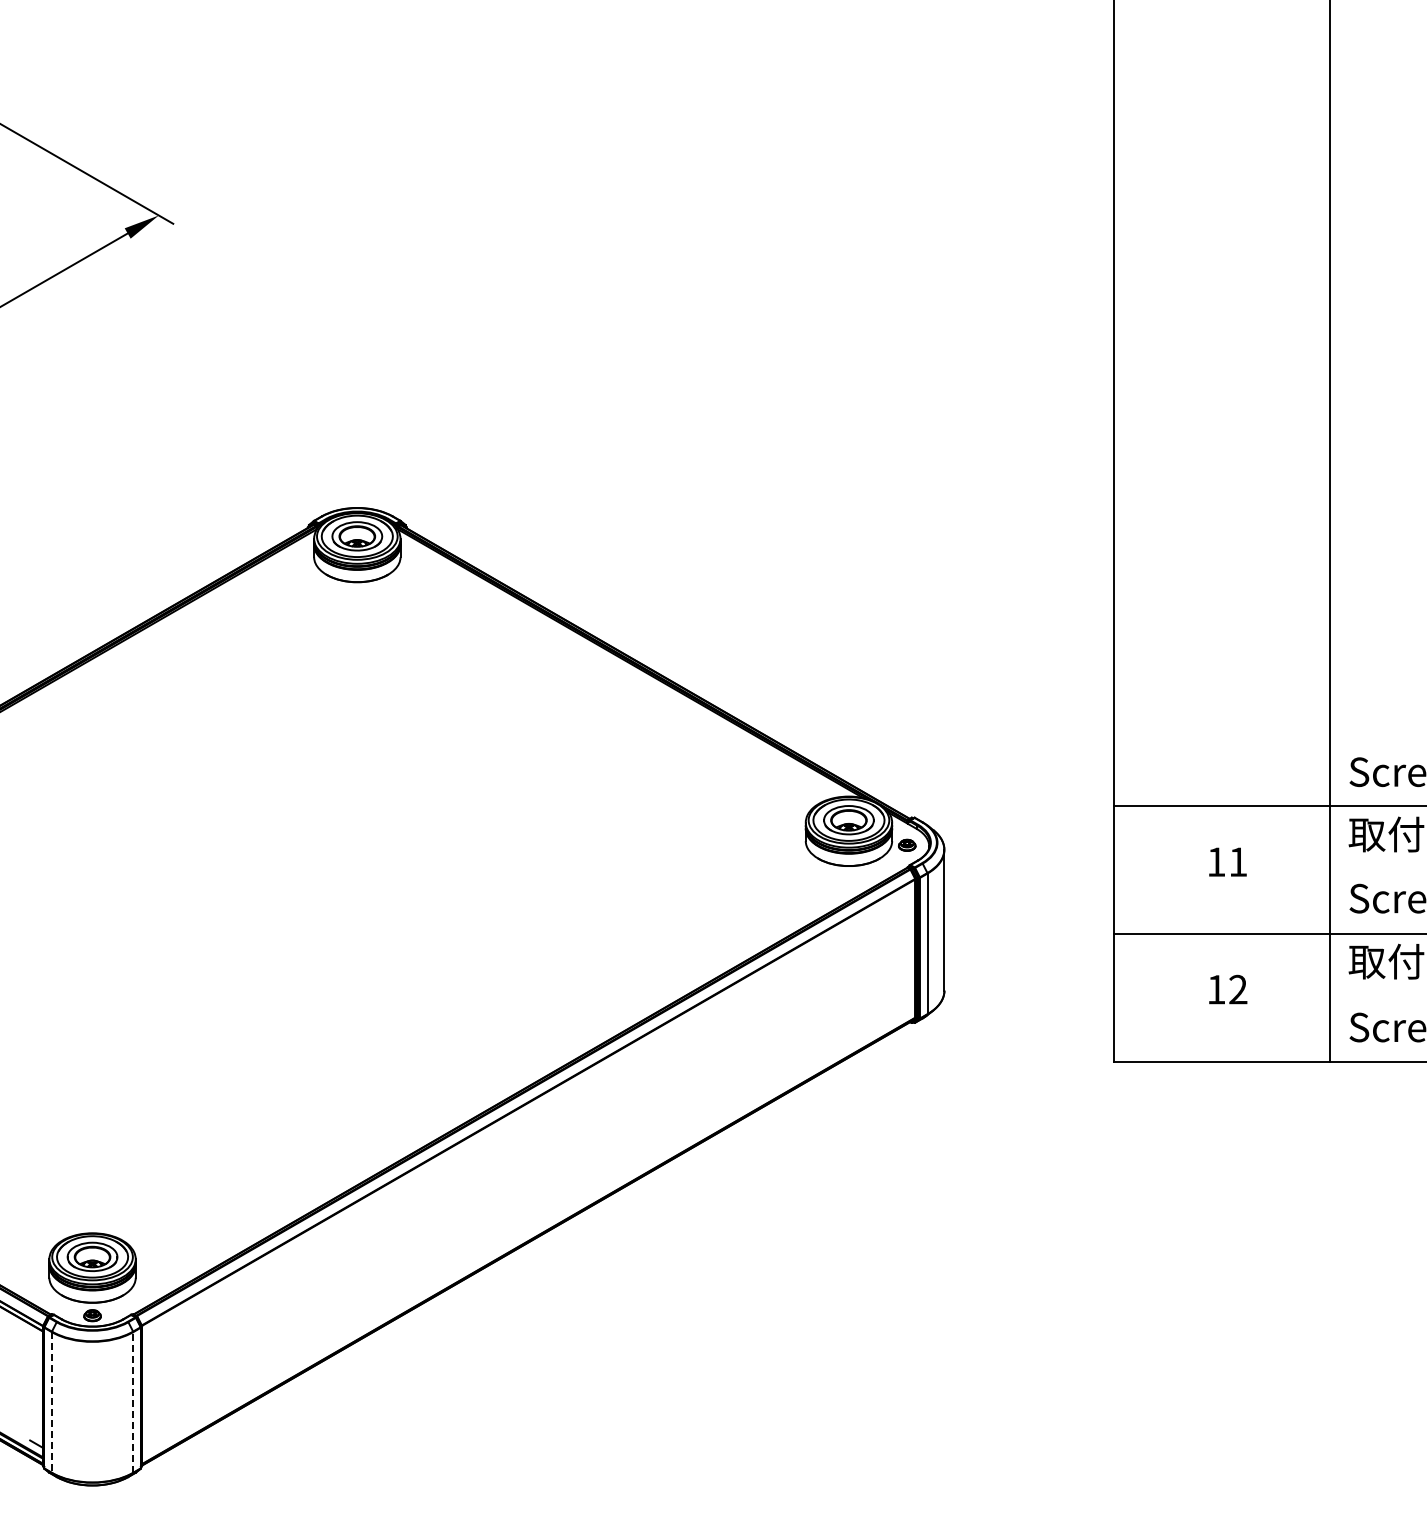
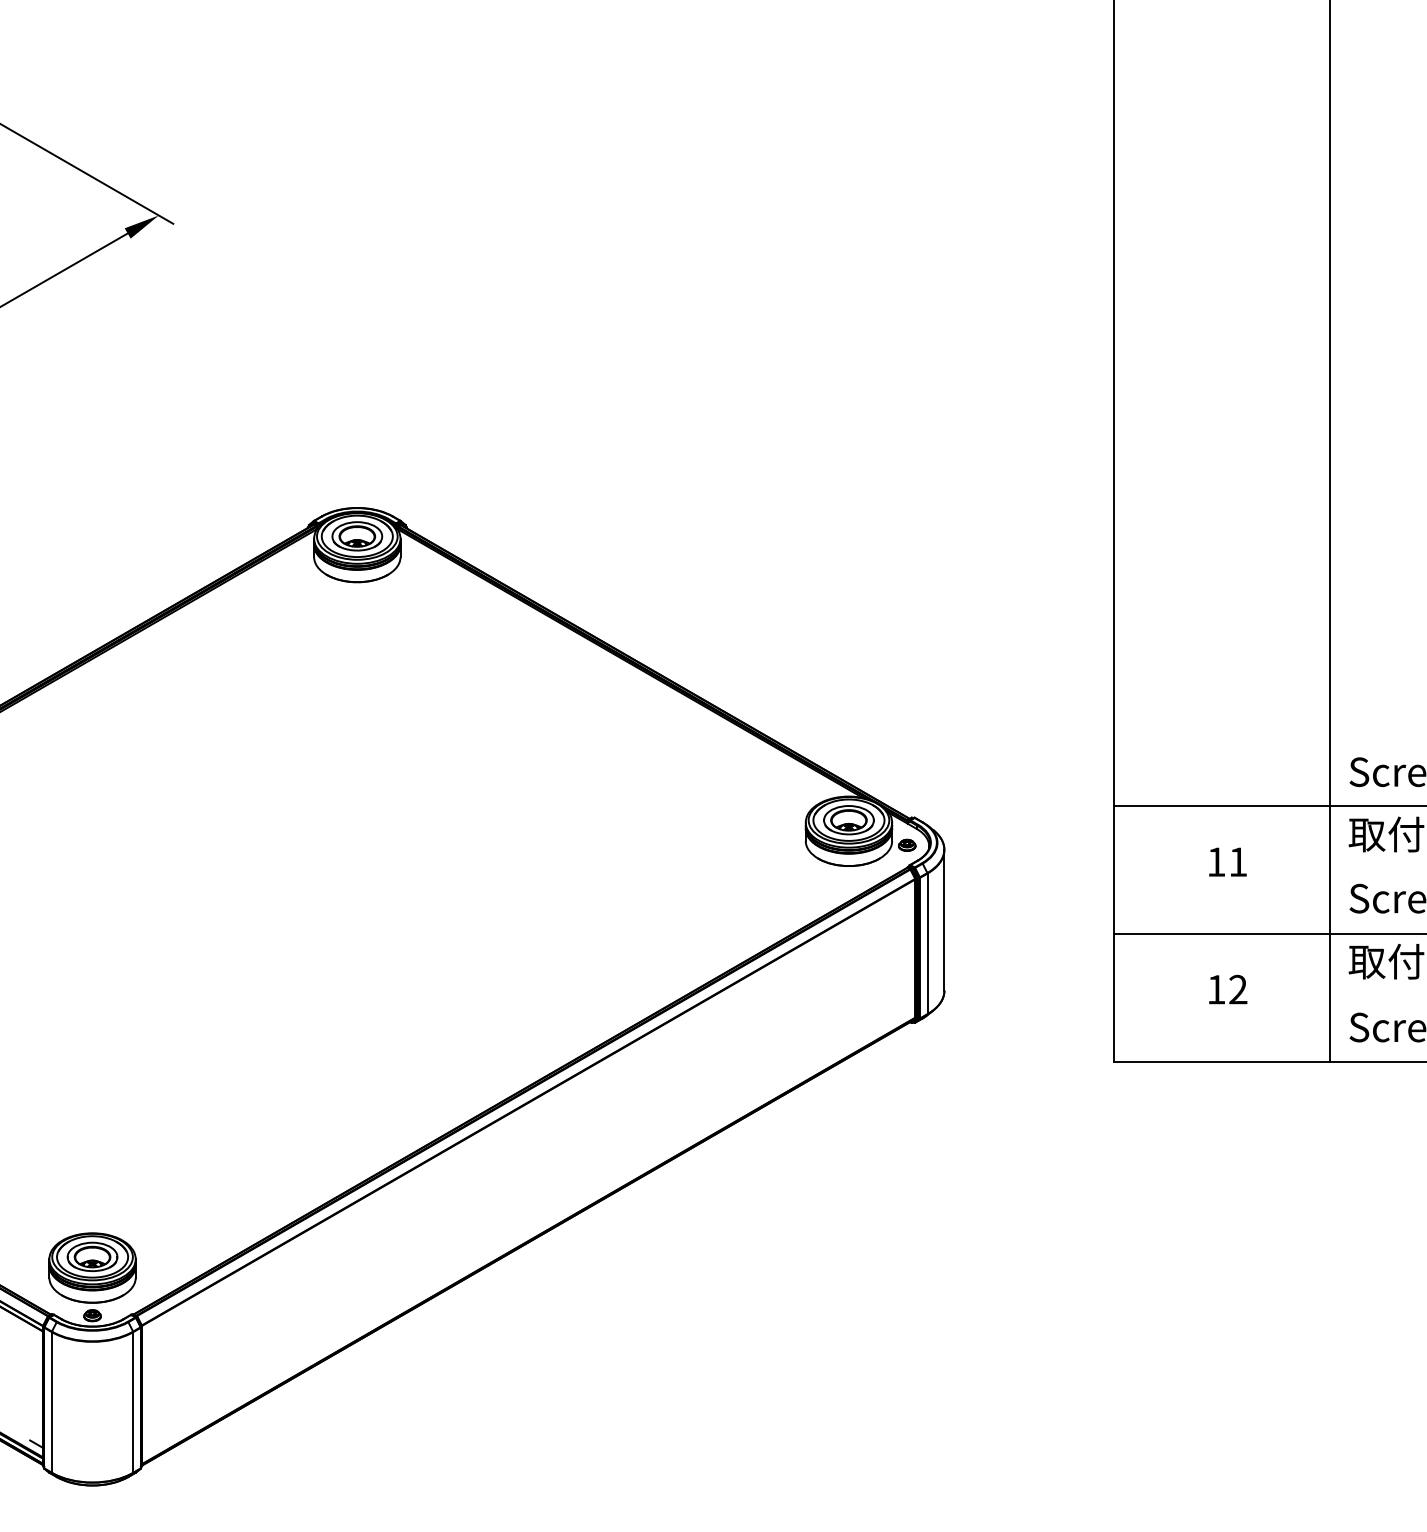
line at (133, 1401): dashed -> solid
line at (51, 1402): dashed -> solid
